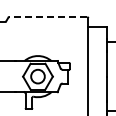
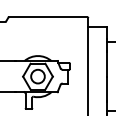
line at (47, 17): dashed -> solid
